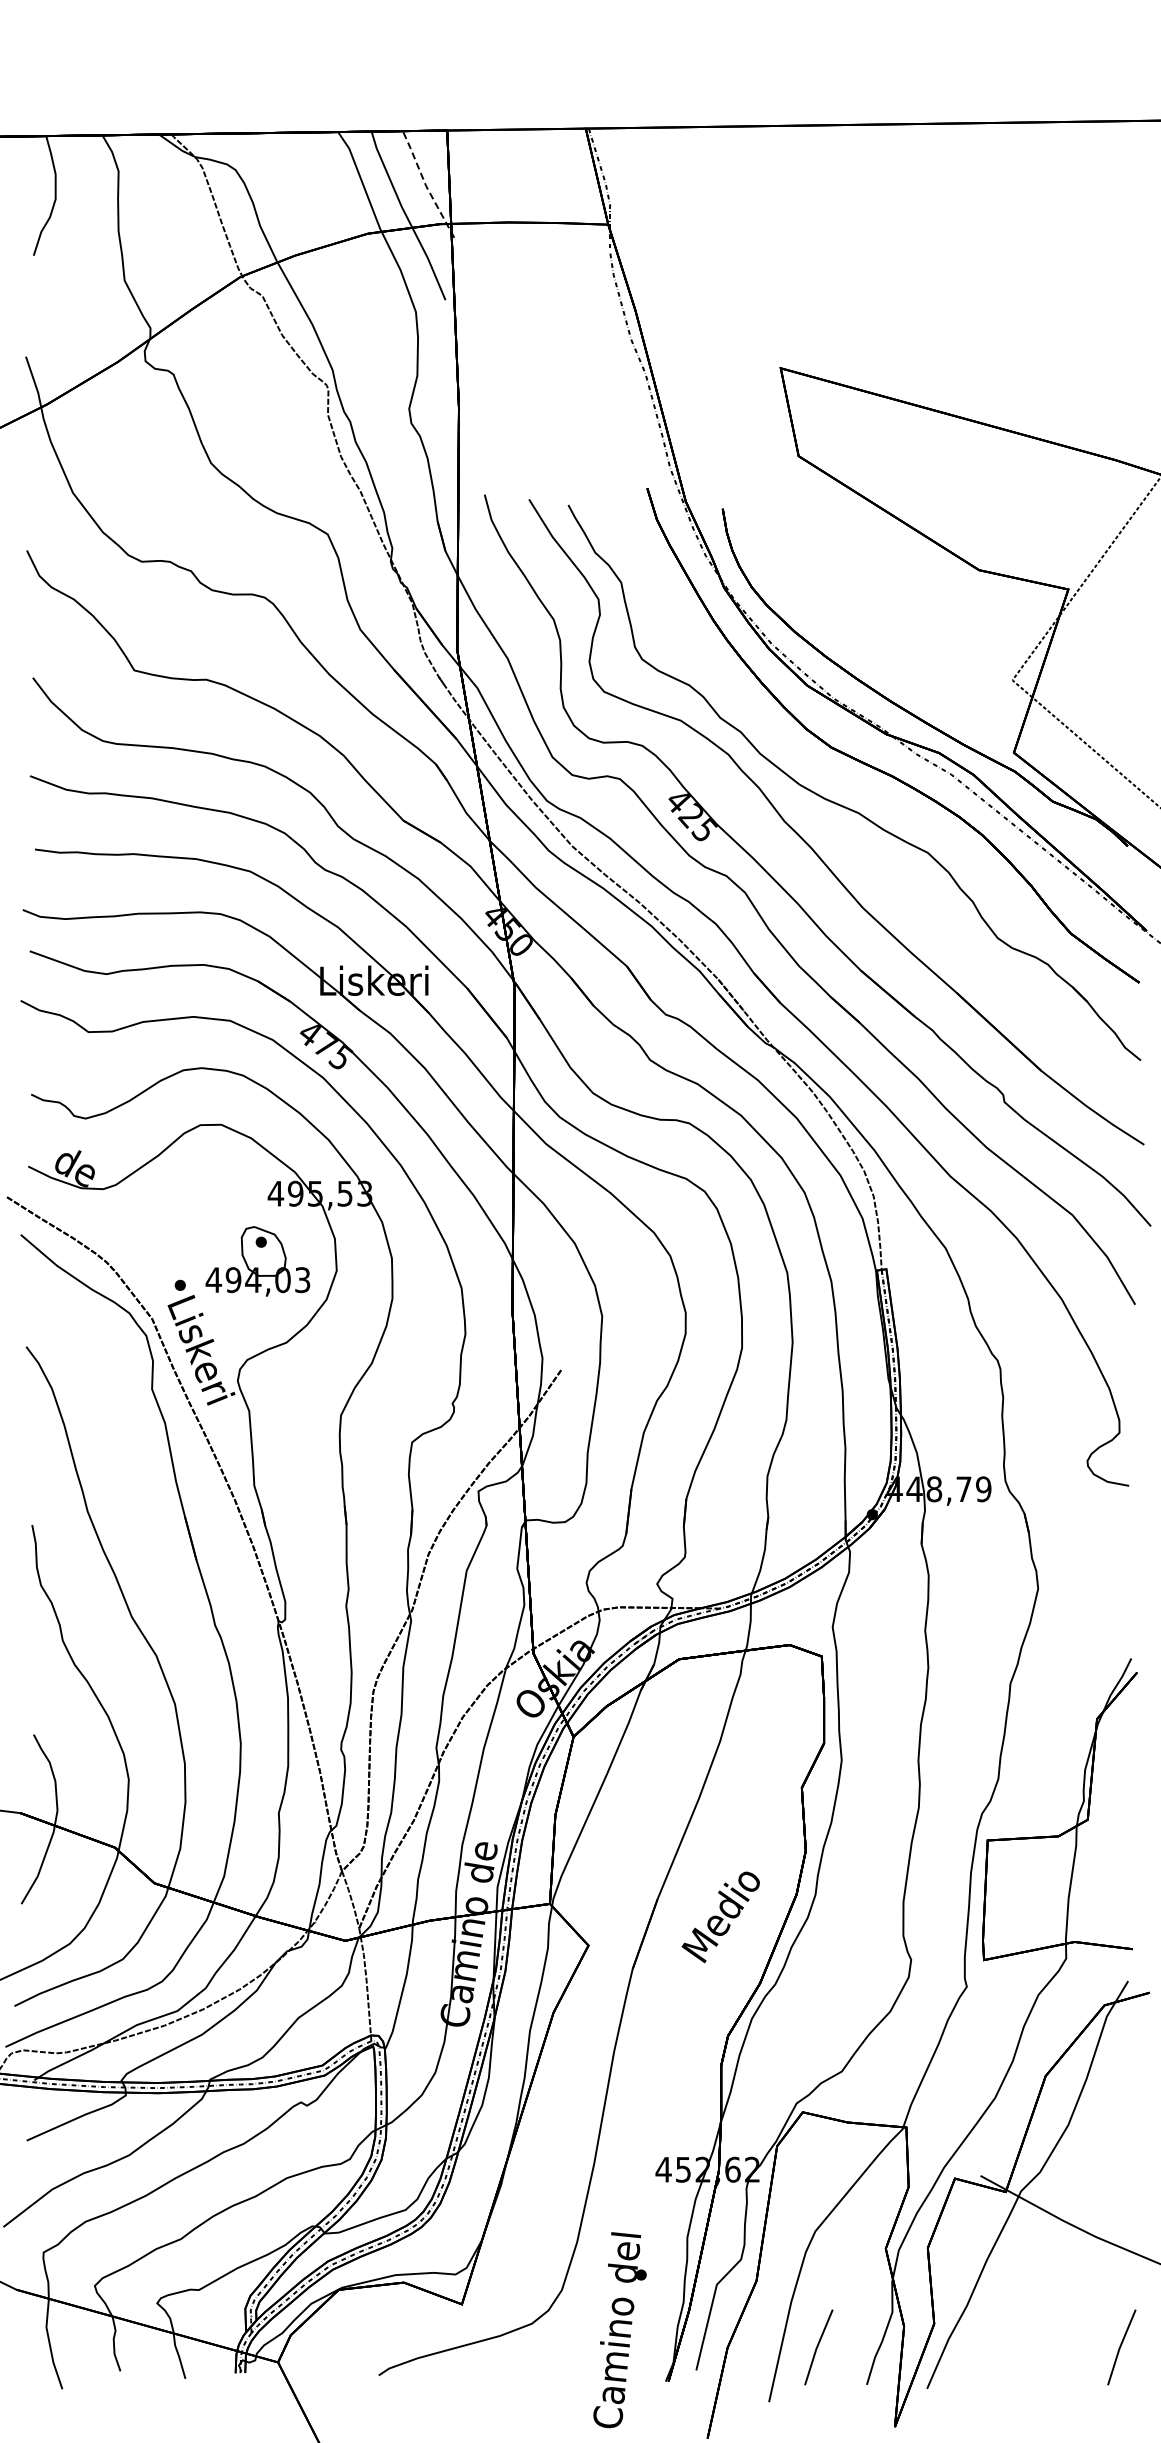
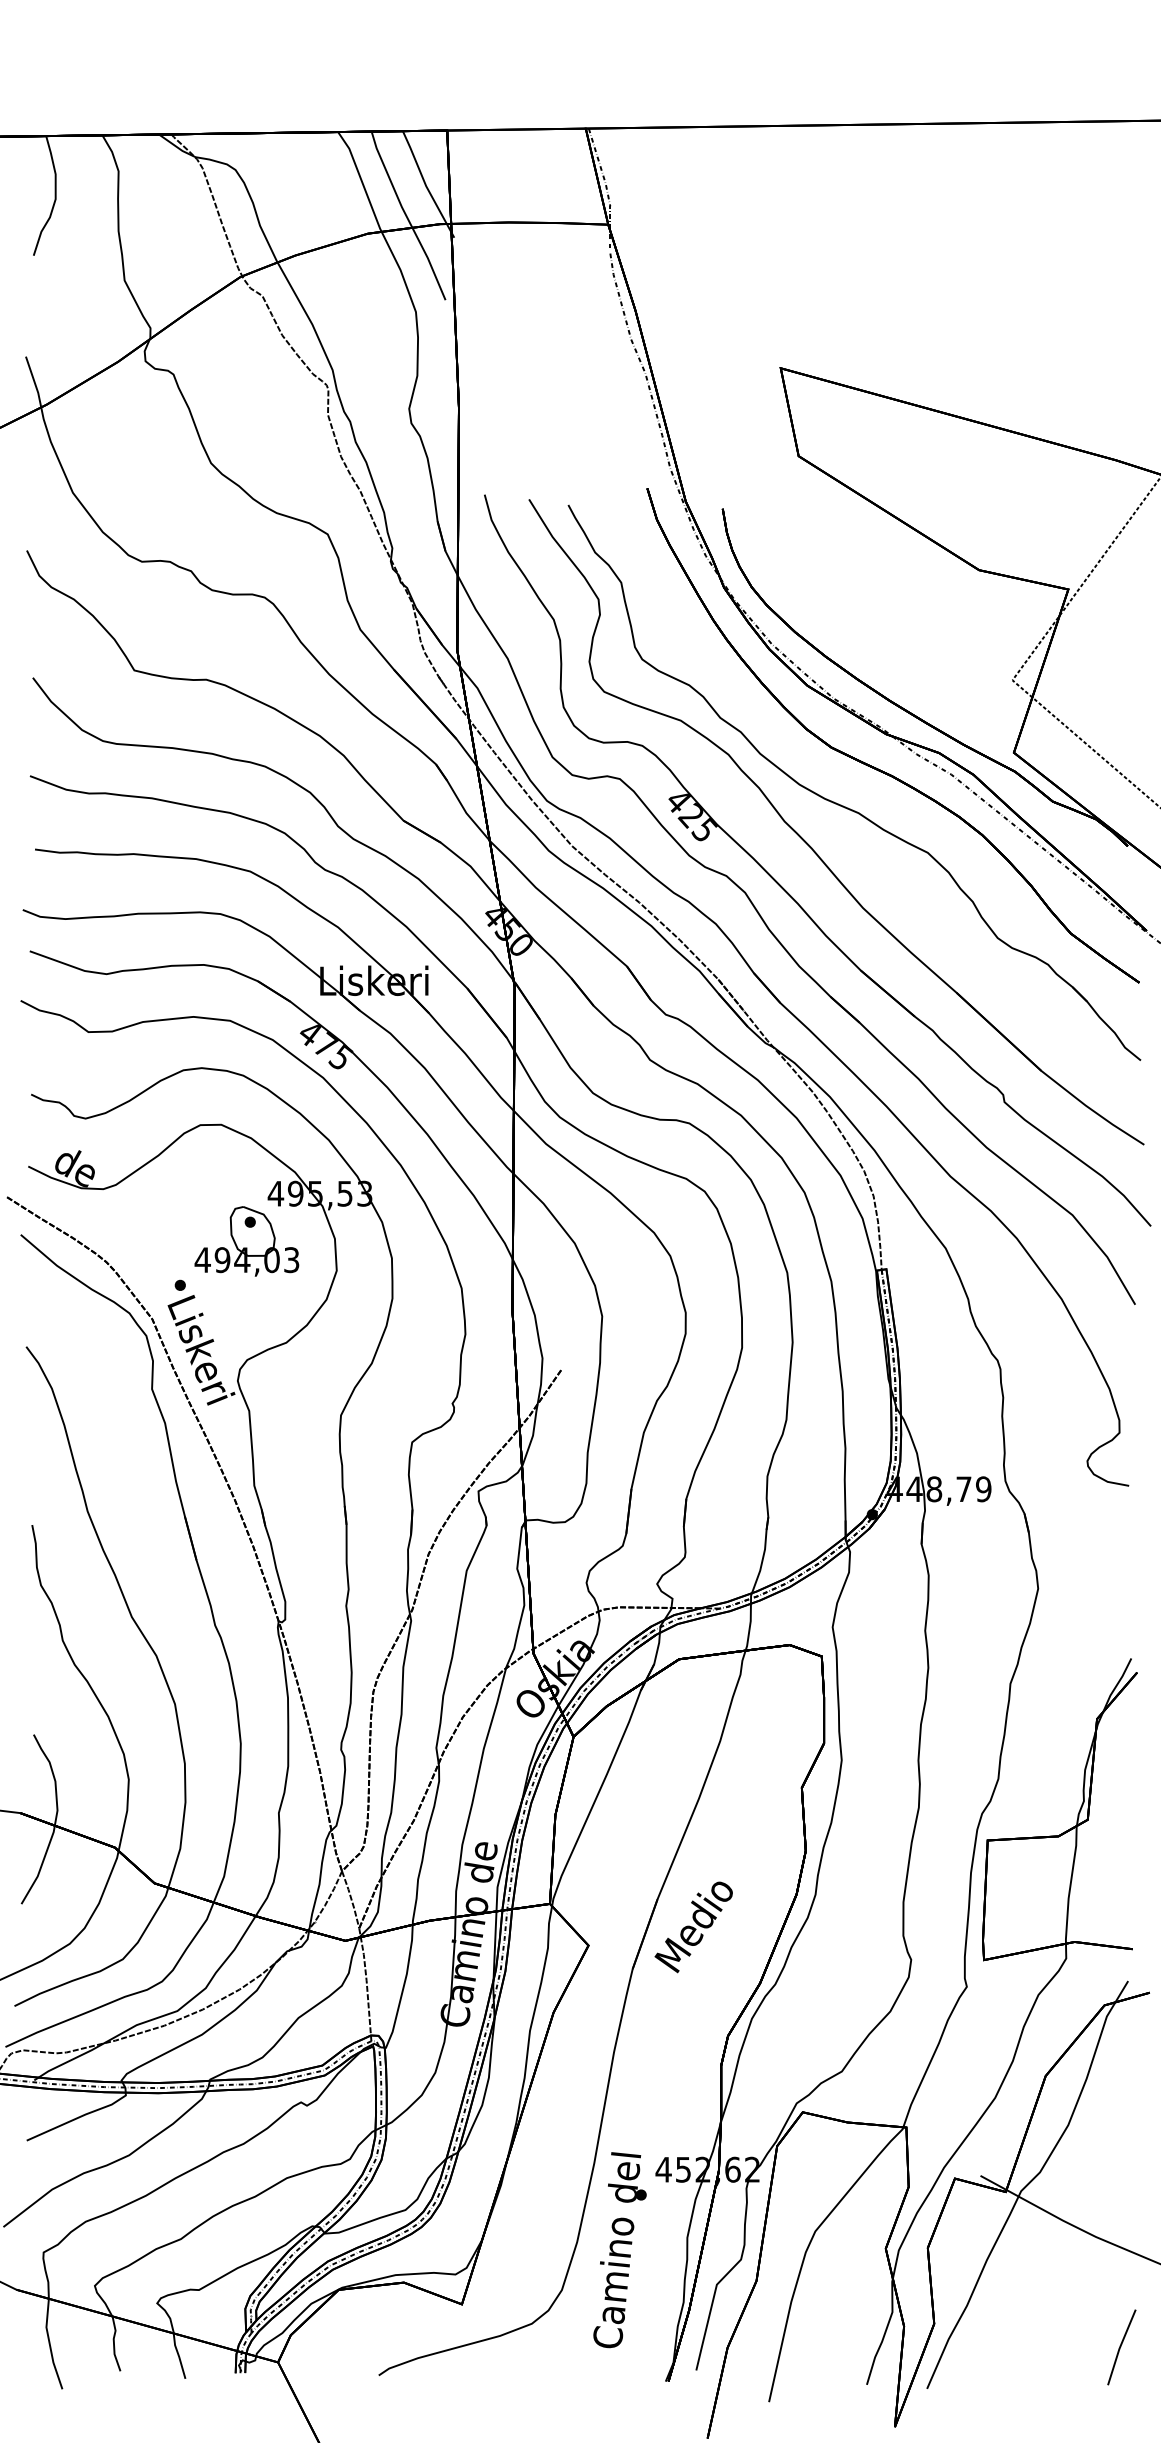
line at (425, 185): dashed -> solid
part at (257, 1261) position: (257, 1261) -> (246, 1241)
text at (720, 1917) position: (720, 1917) -> (693, 1927)
text at (619, 2330) position: (619, 2330) -> (619, 2250)
line at (818, 2346): present -> none
